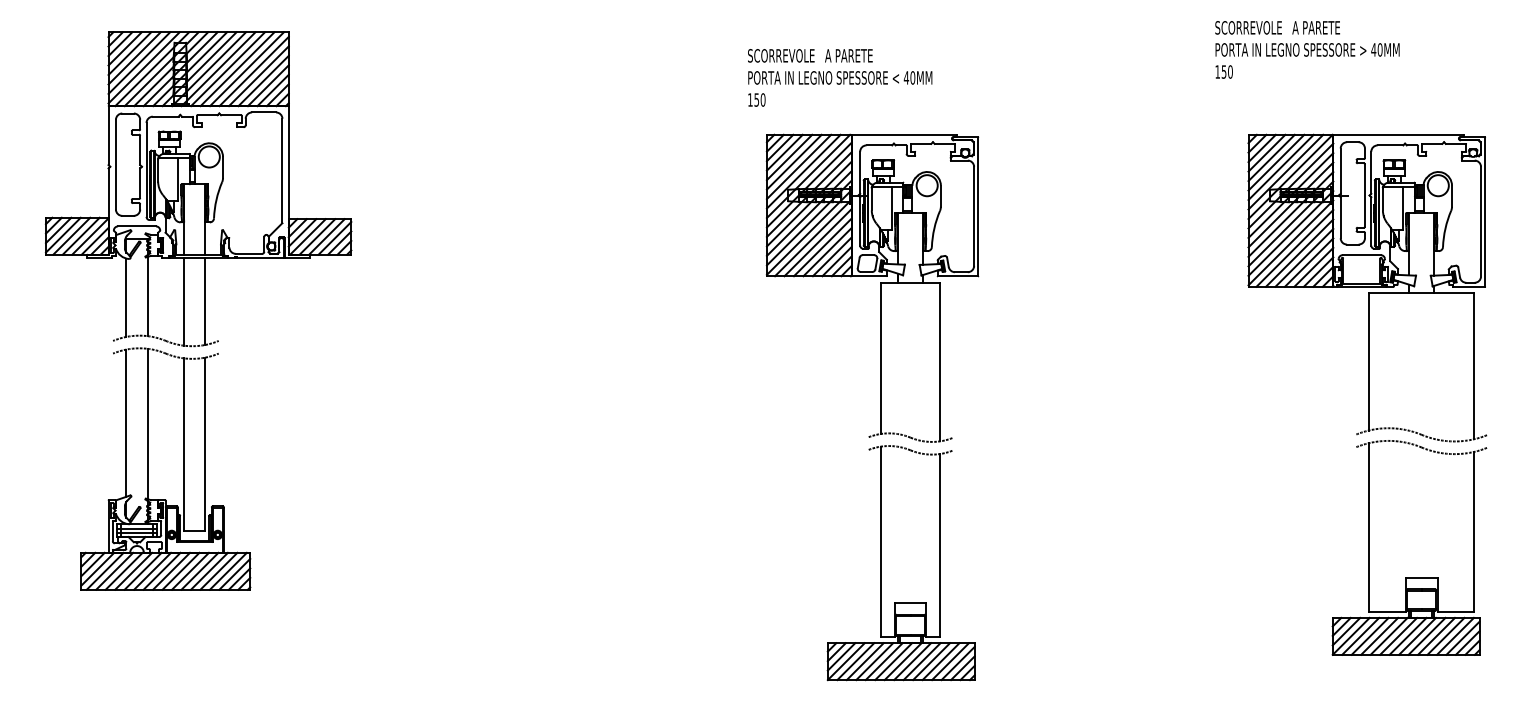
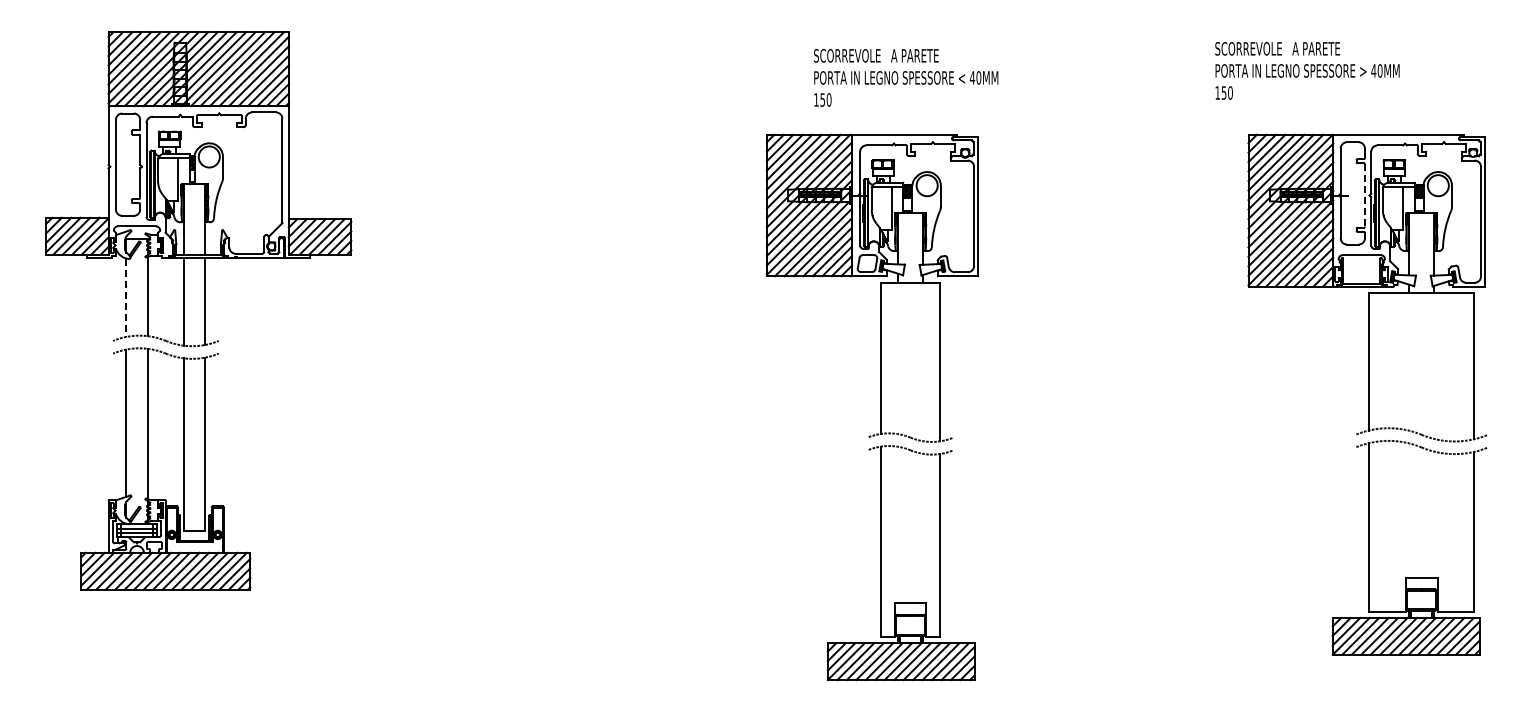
text at (1307, 49) position: (1307, 49) -> (1307, 70)
text at (840, 77) position: (840, 77) -> (906, 77)
line at (1364, 196): solid -> dashed
line at (126, 298): solid -> dashed
